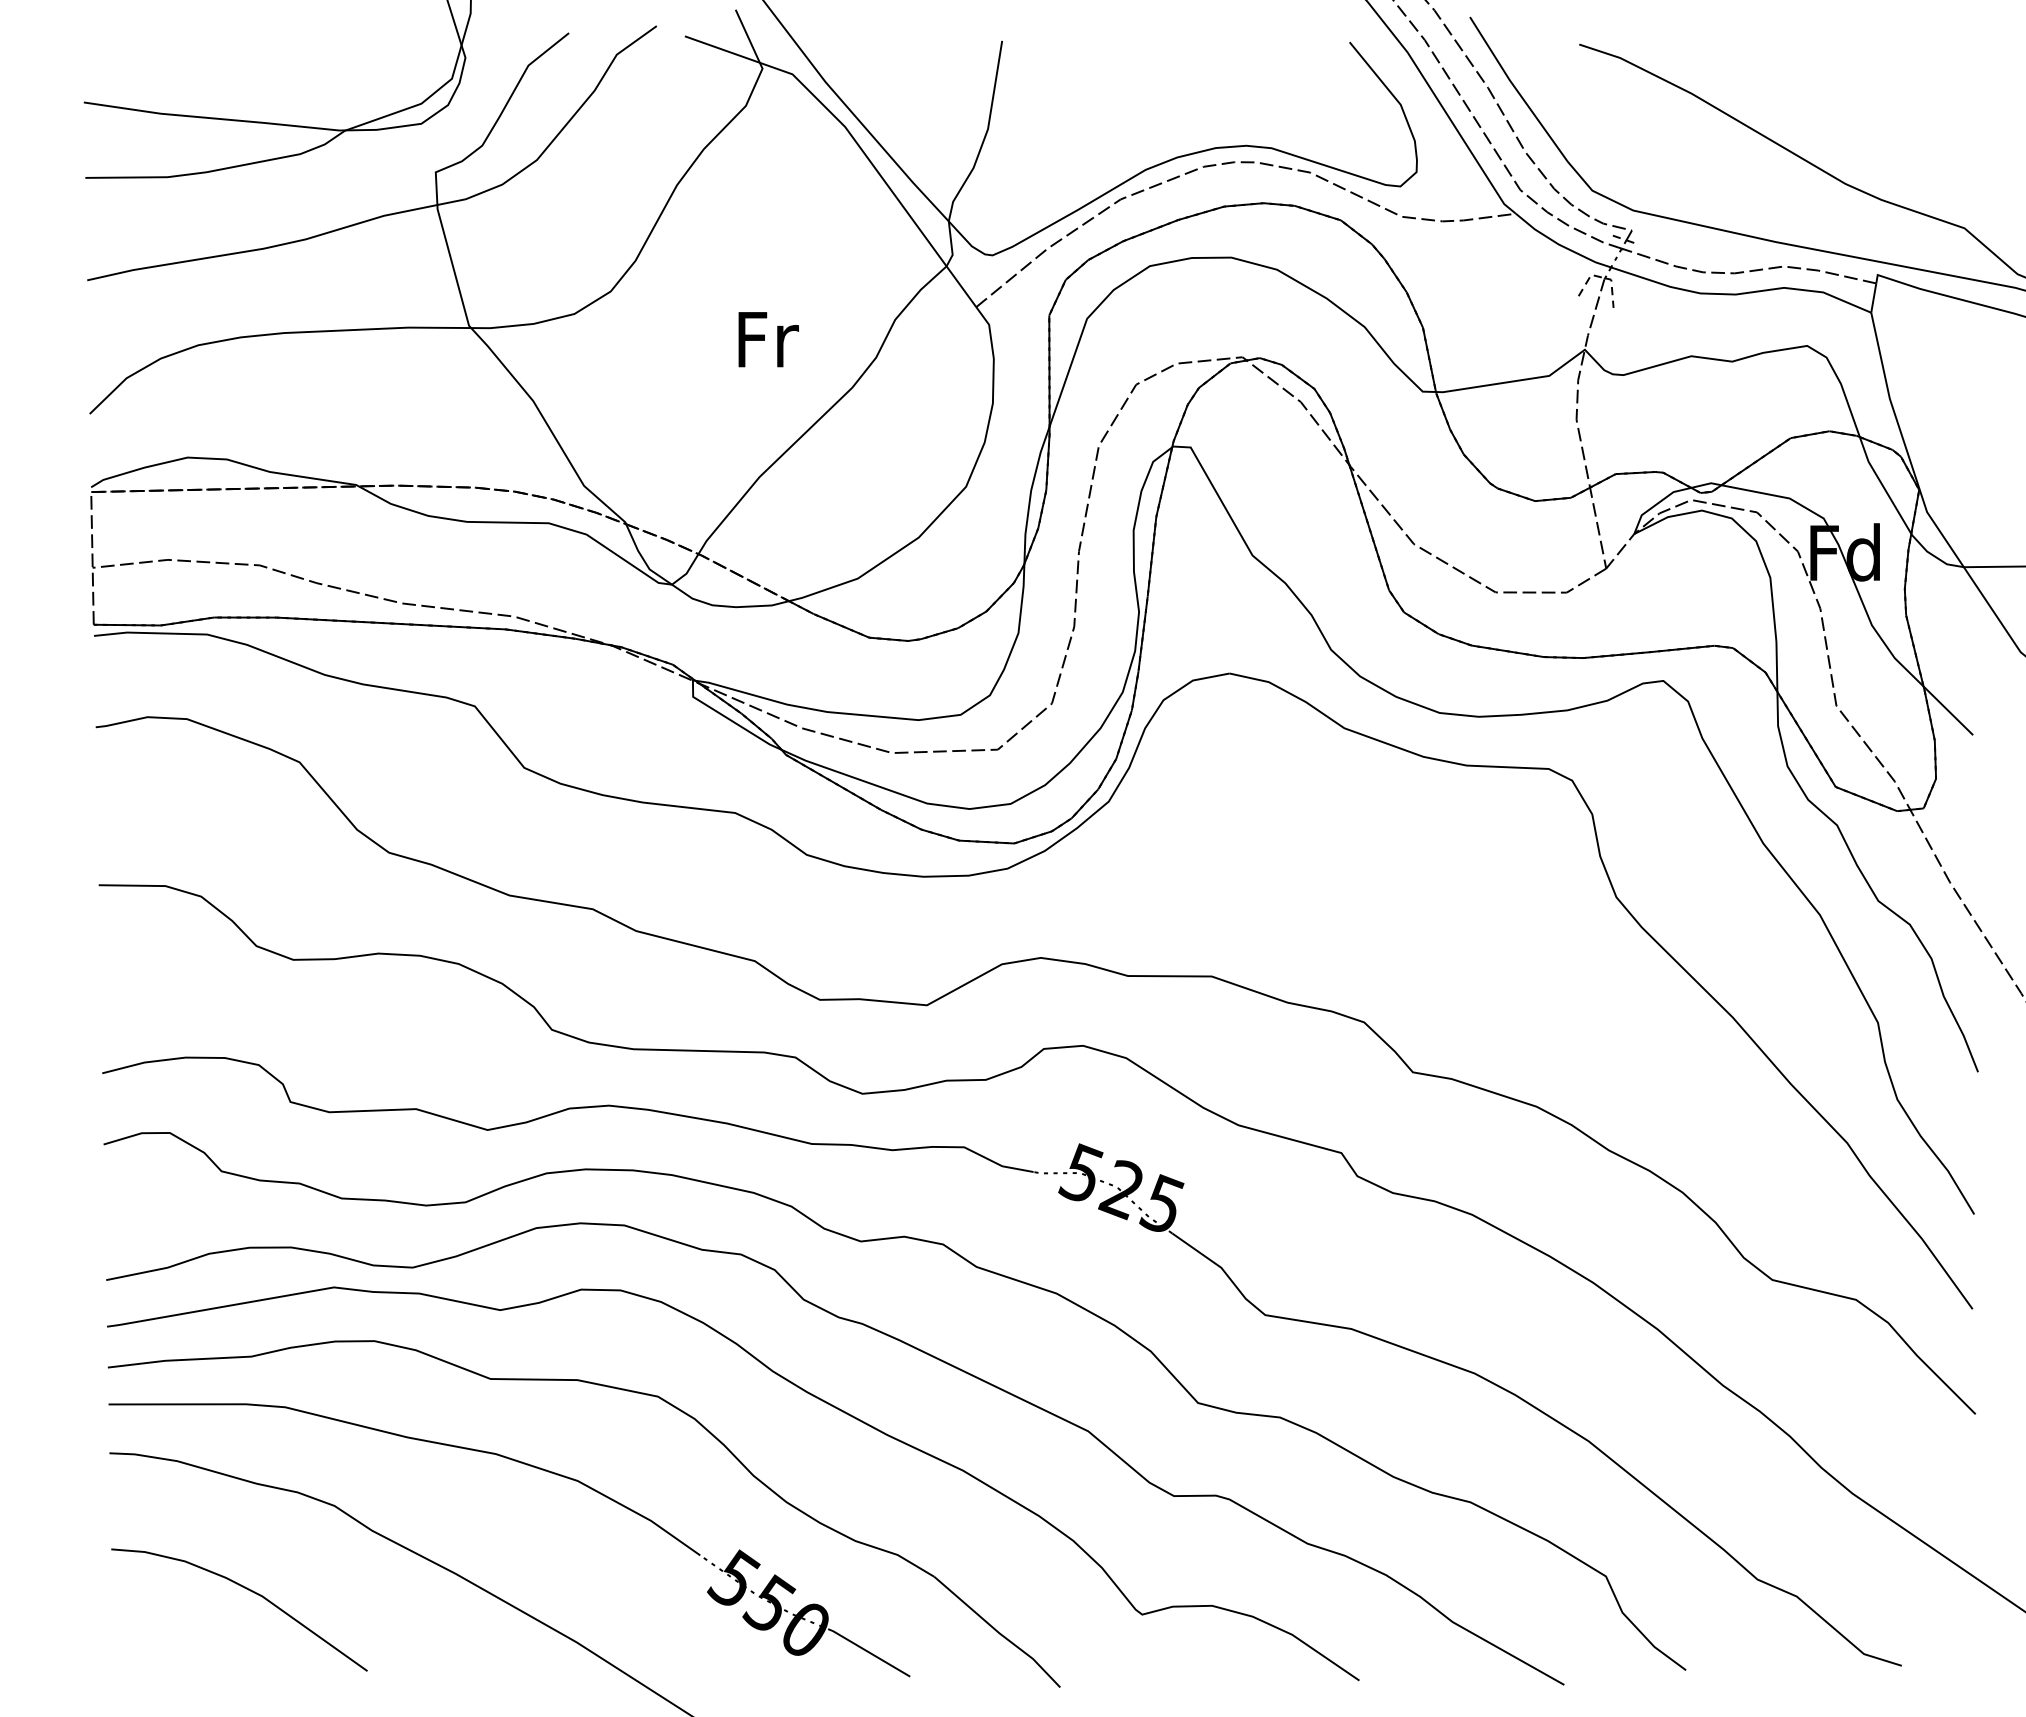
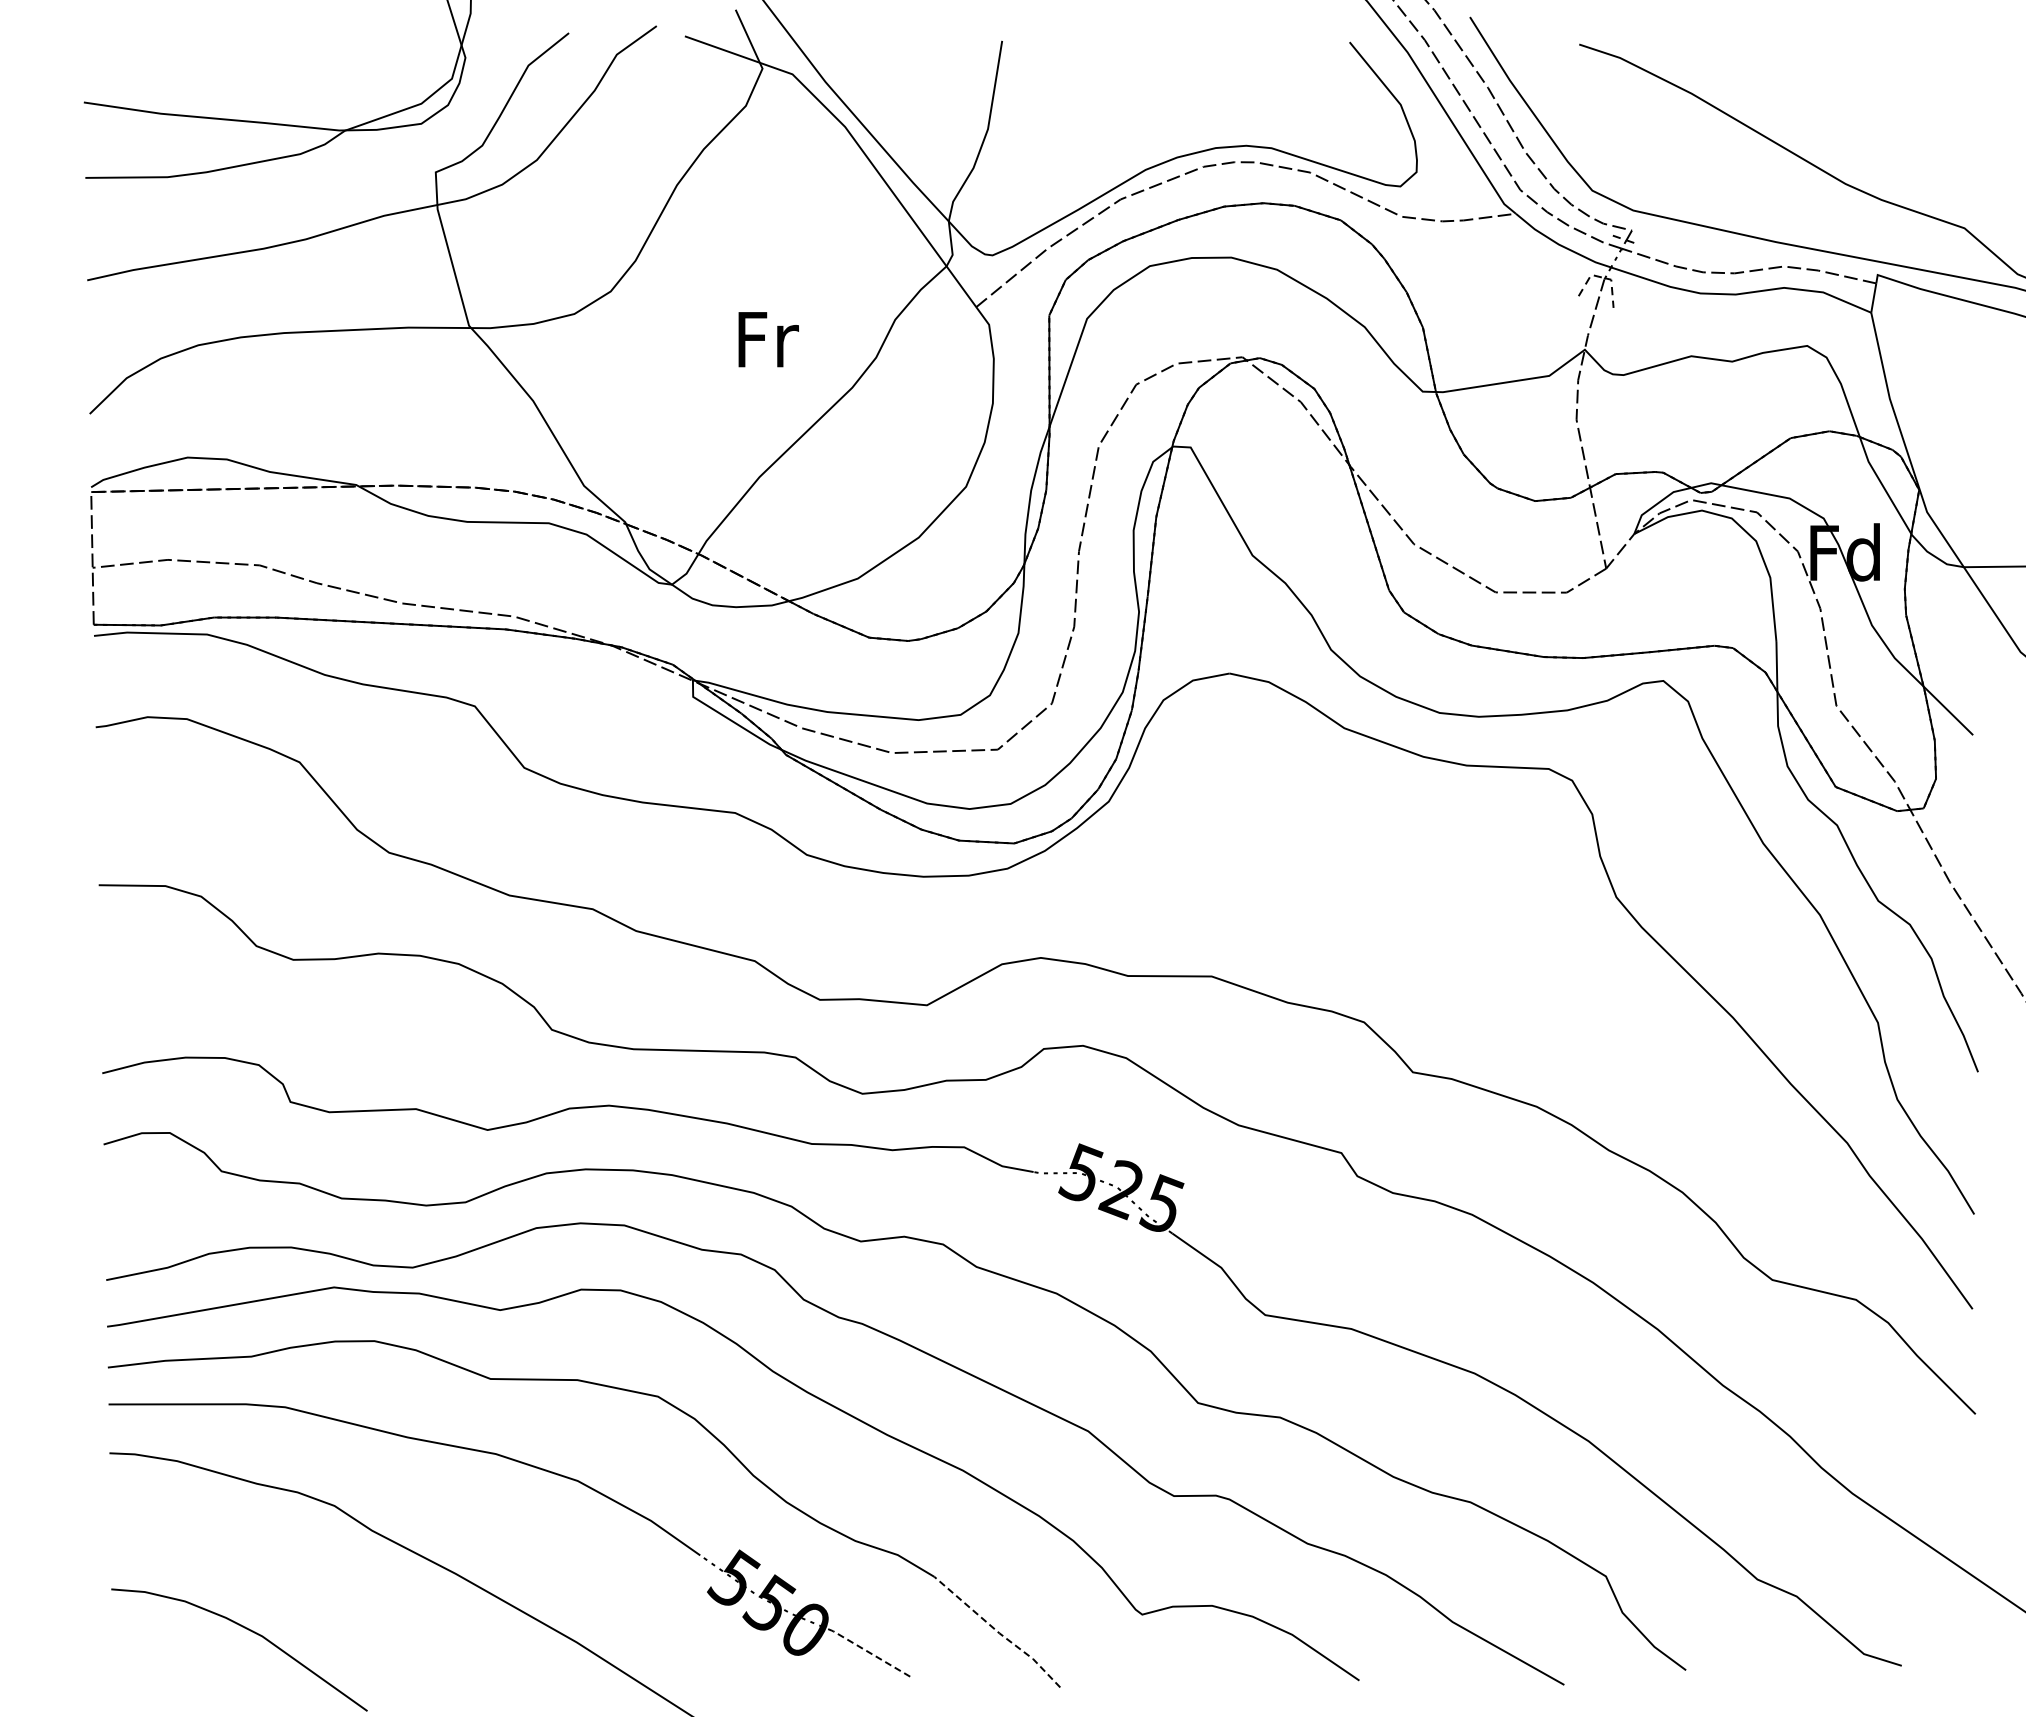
curve at (248, 1590) position: (248, 1590) -> (248, 1630)
line at (998, 1632): solid -> dashed
line at (870, 1652): solid -> dashed
